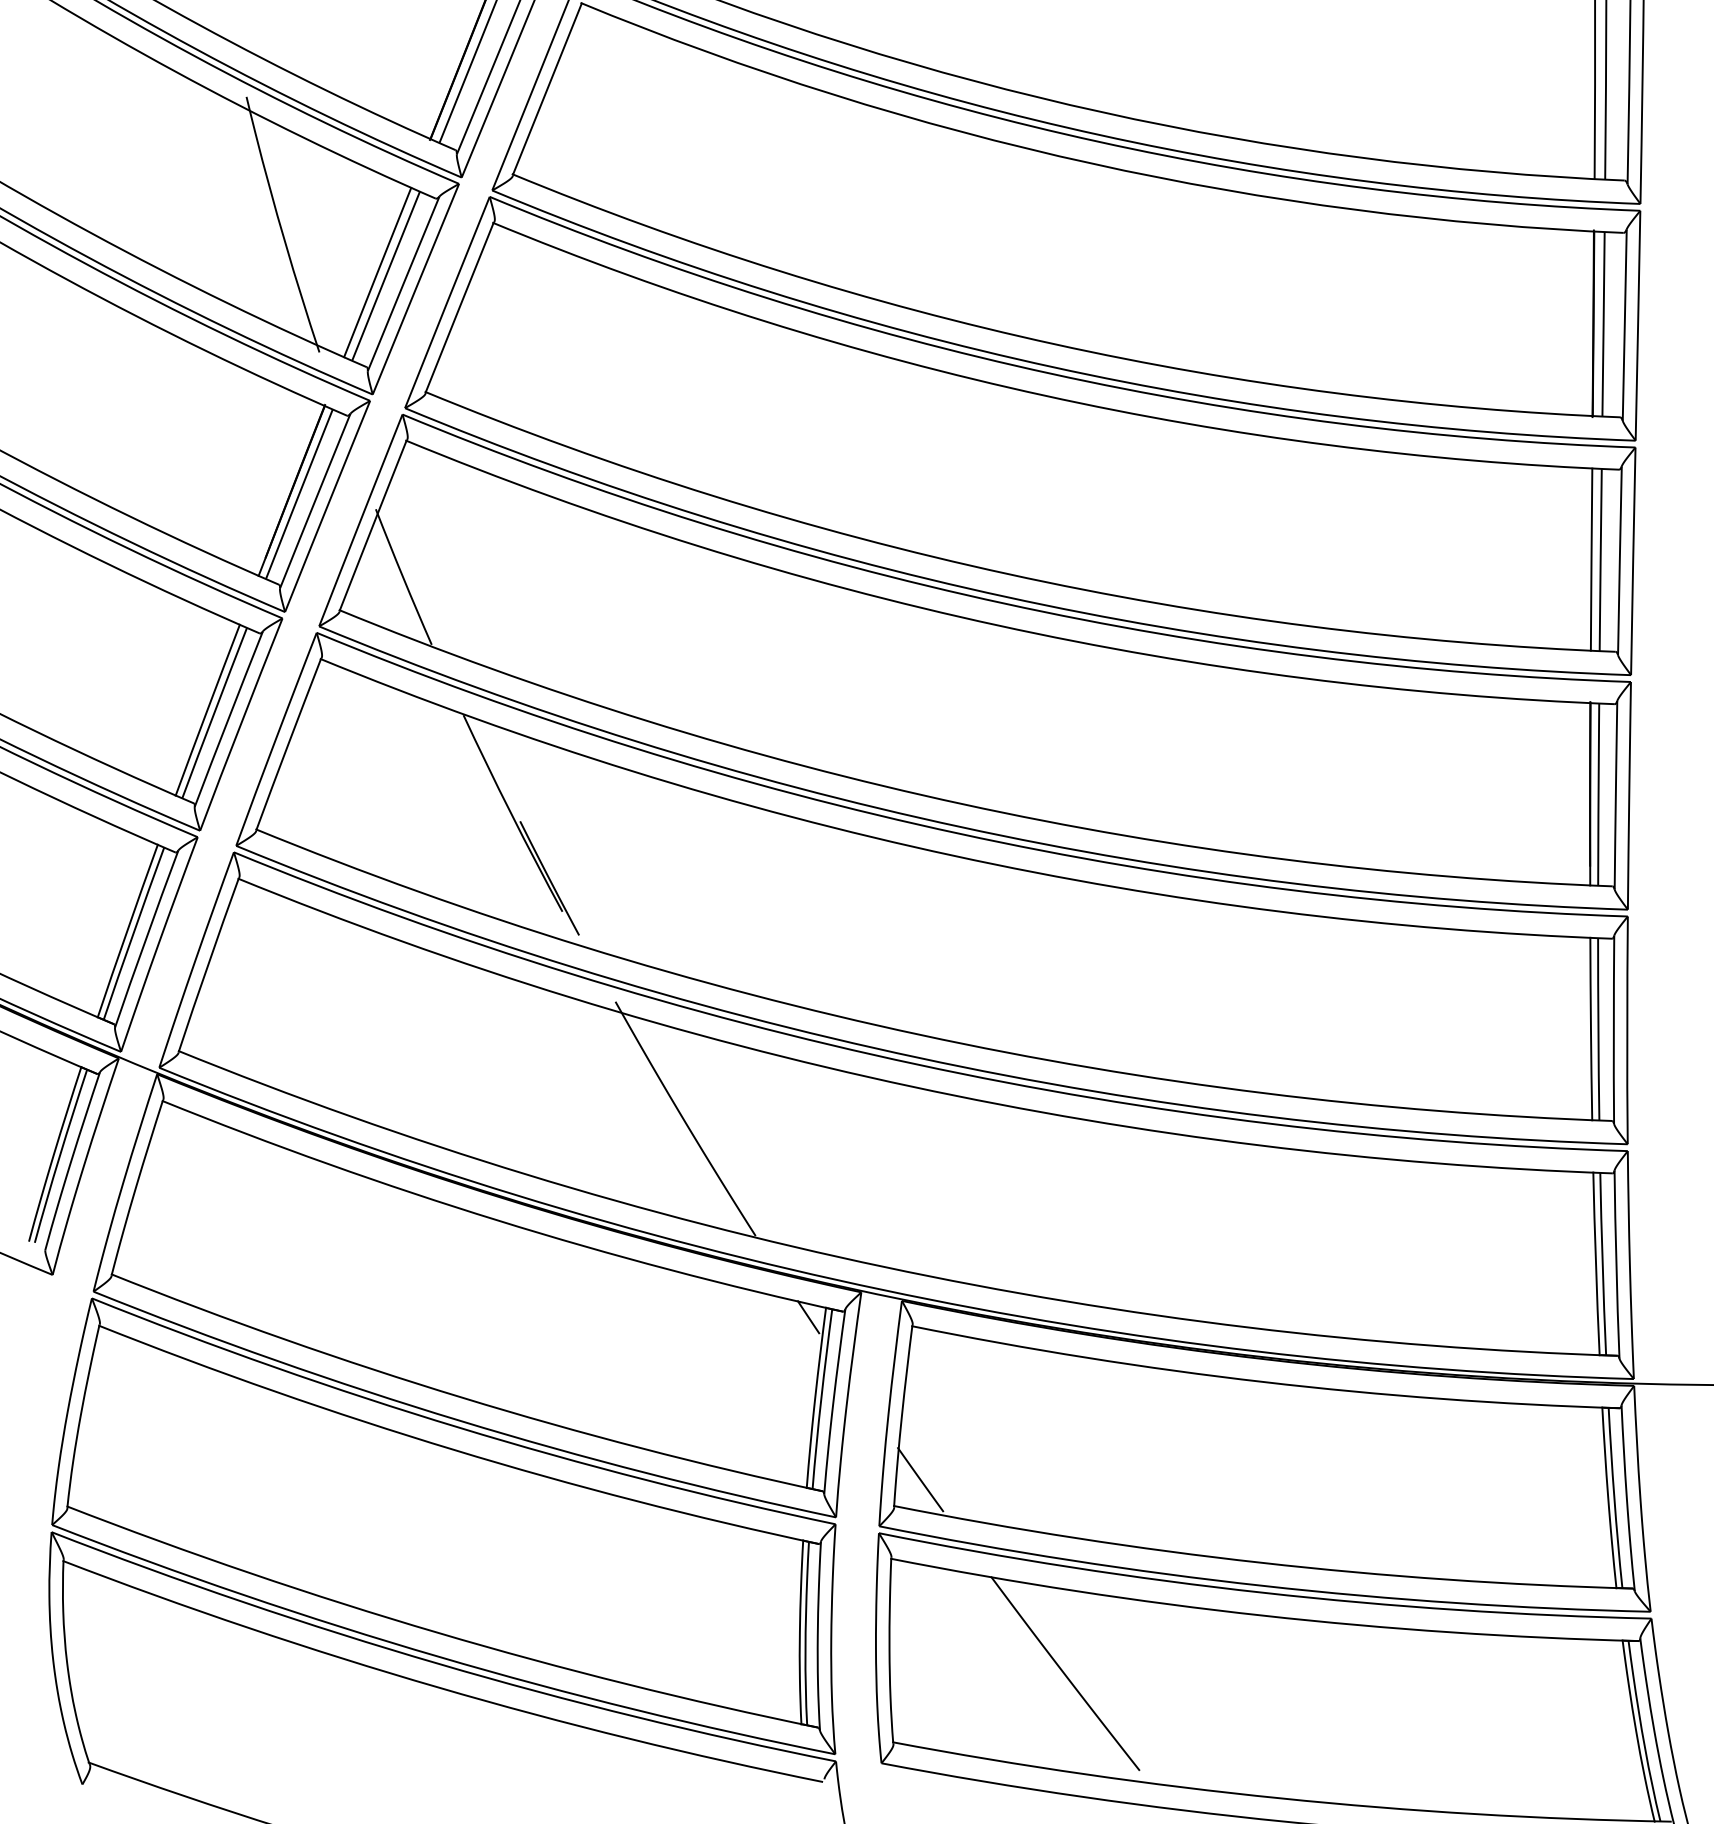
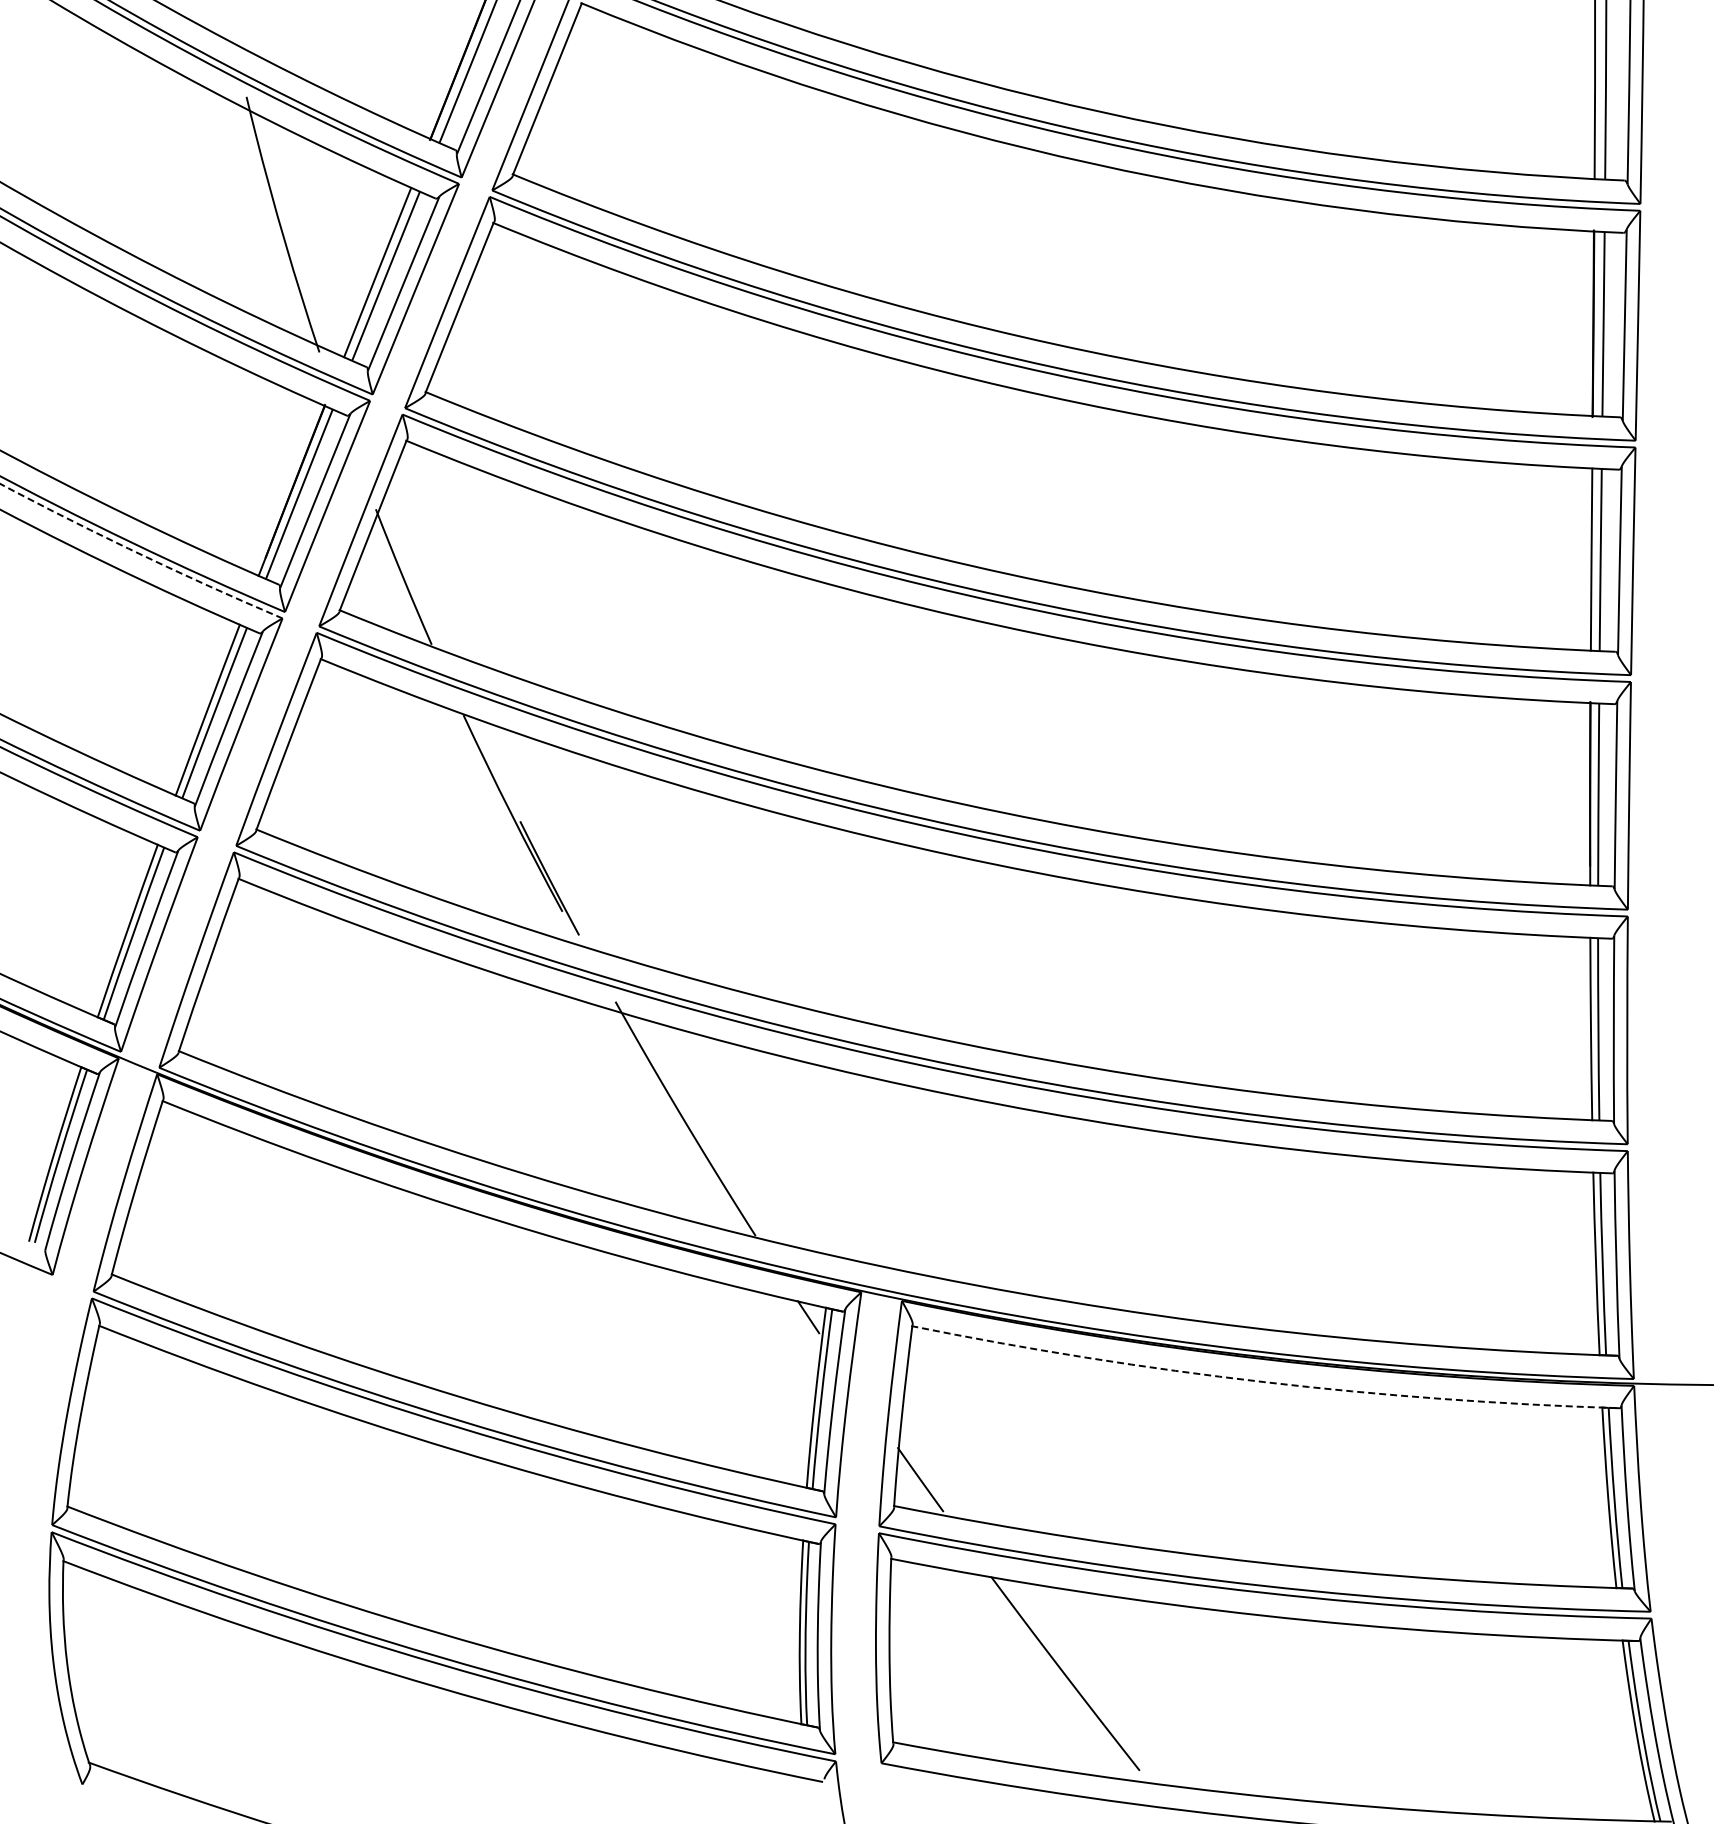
arc at (139, 553): solid -> dashed
arc at (1263, 1382): solid -> dashed
